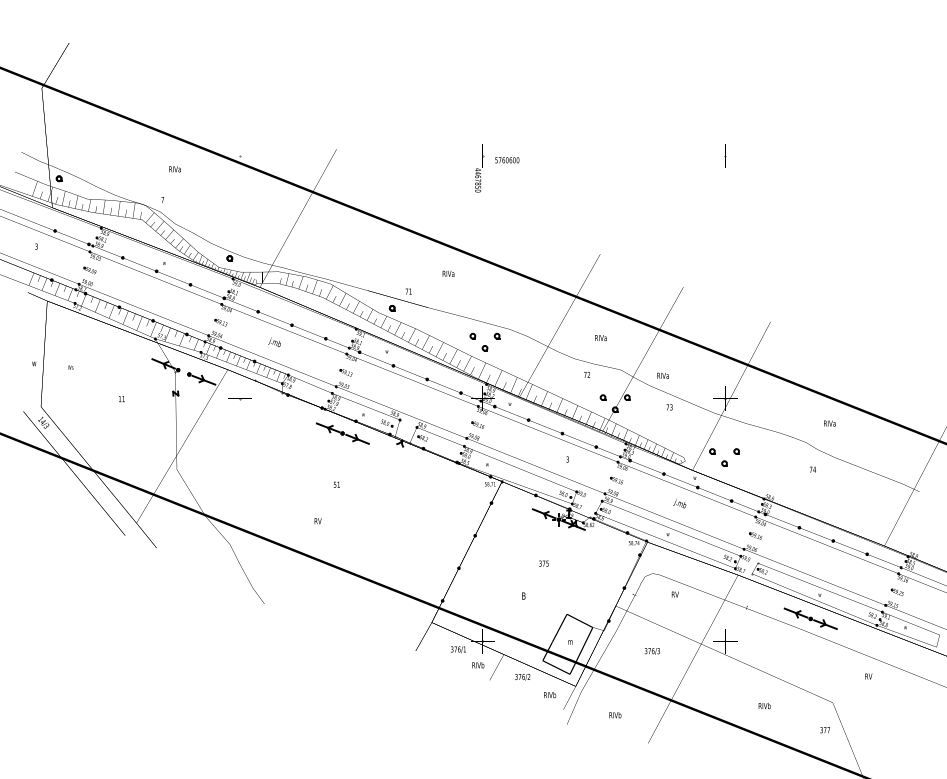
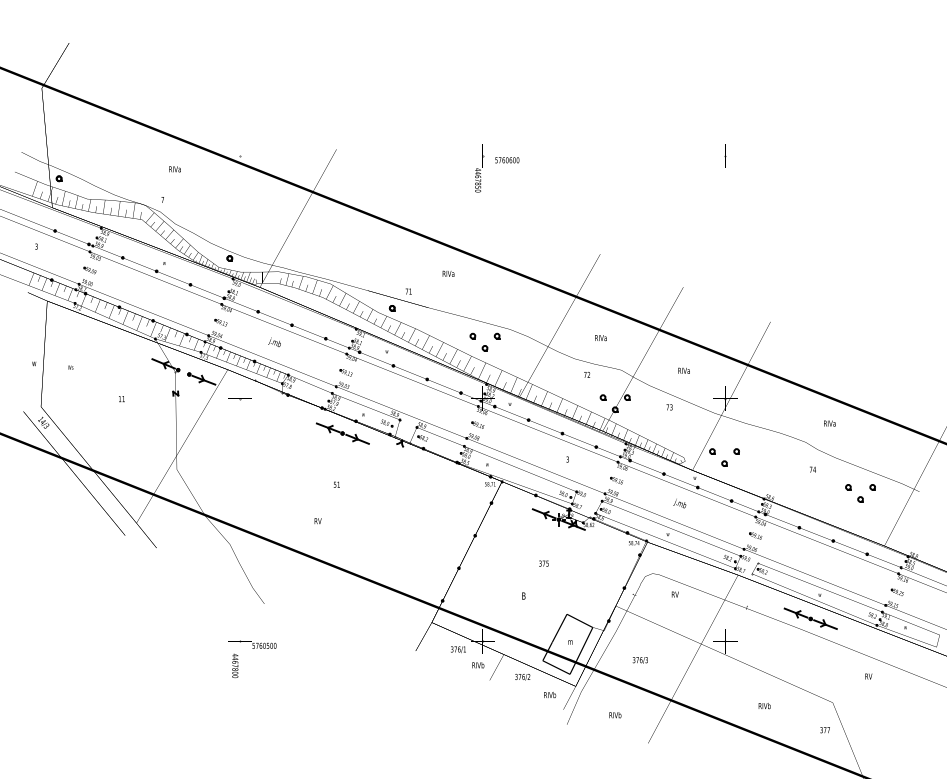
text at (662, 375) position: (662, 375) -> (683, 370)
part at (860, 493): none -> present
part at (252, 648): none -> present
text at (651, 651) position: (651, 651) -> (639, 660)
